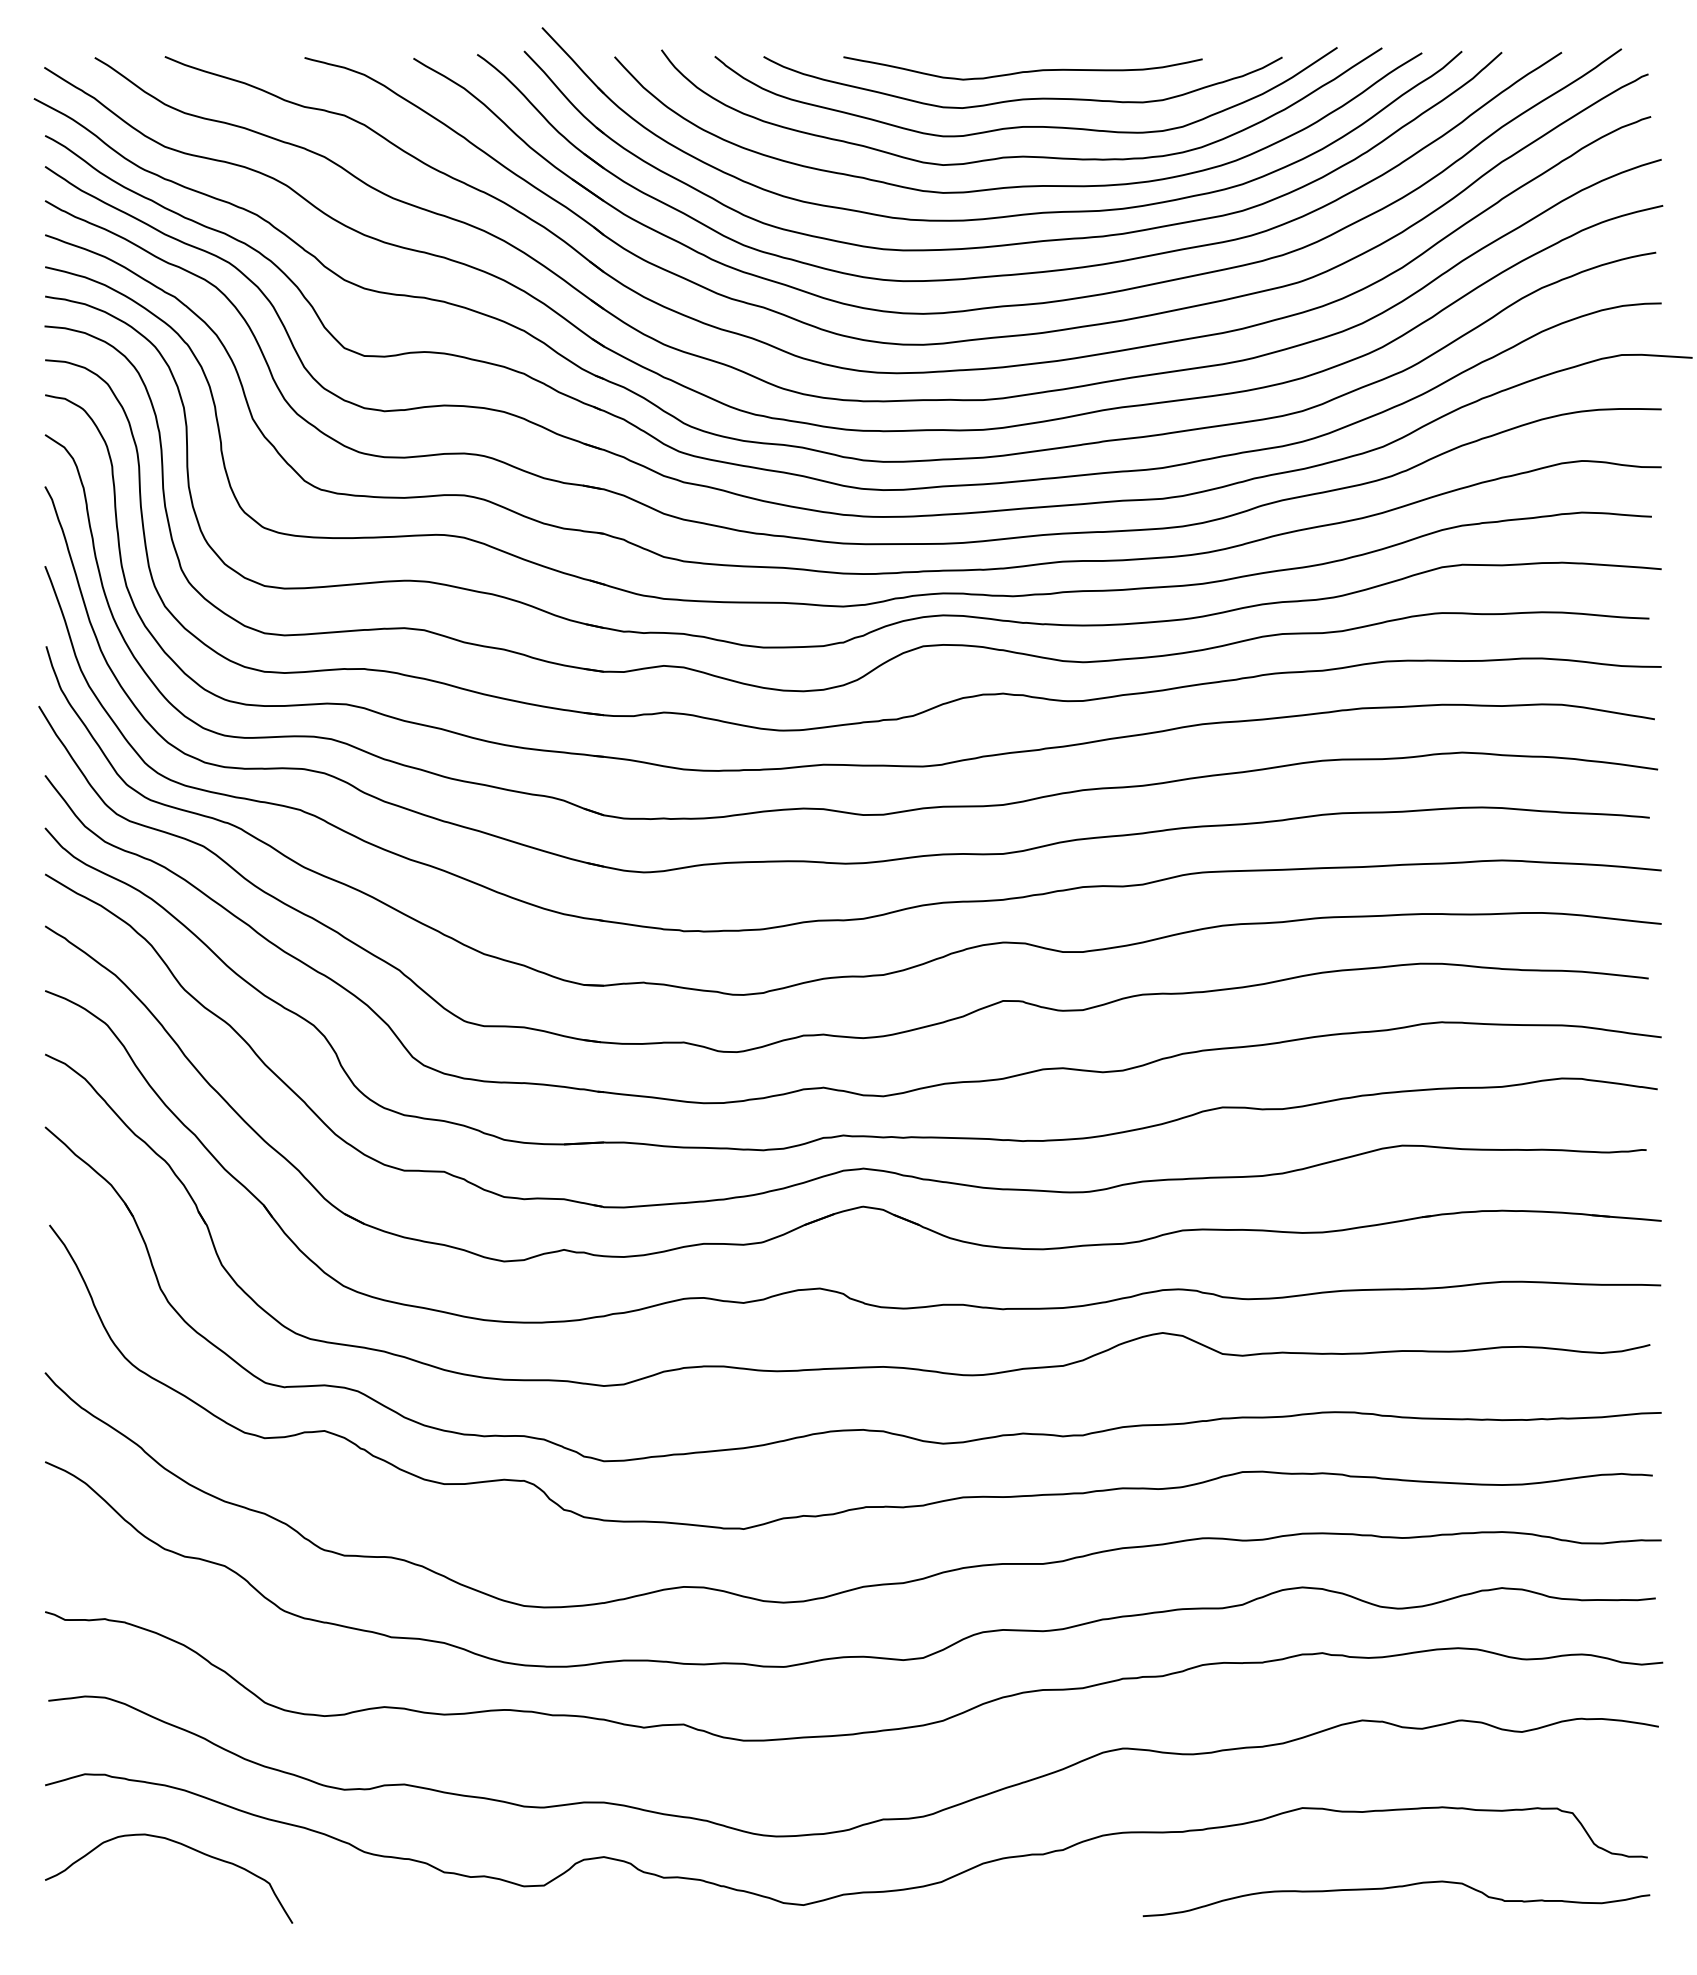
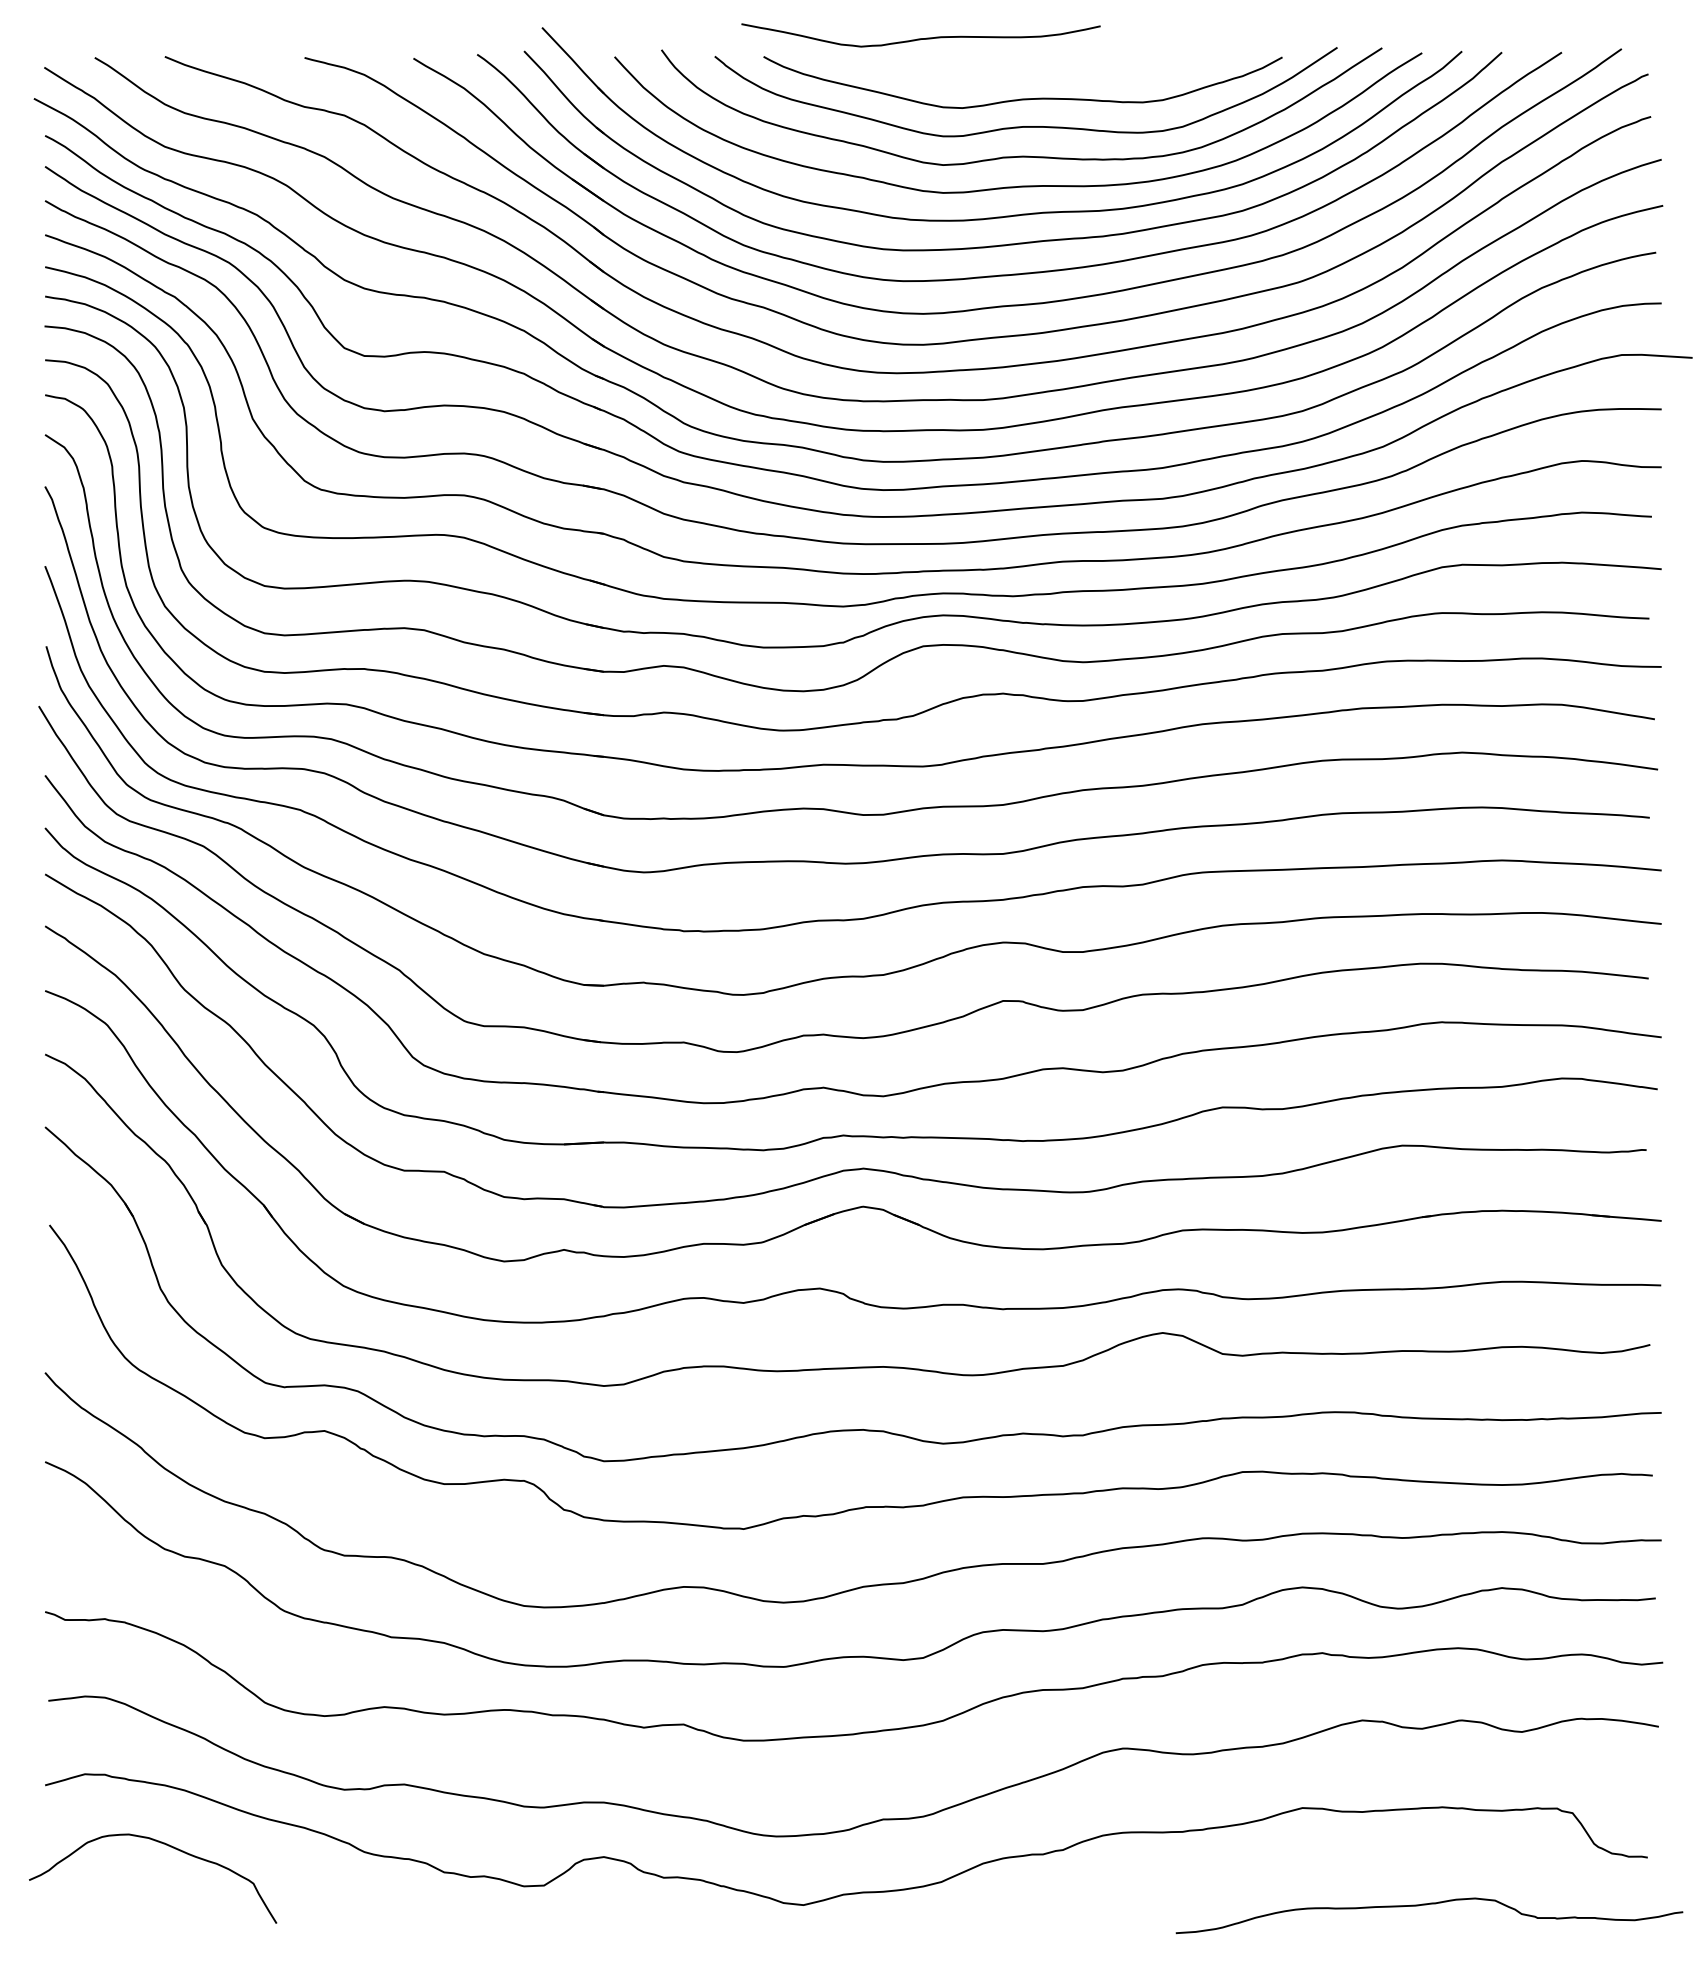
curve at (1022, 71) position: (1022, 71) -> (920, 38)
curve at (184, 1846) position: (184, 1846) -> (168, 1846)
curve at (1393, 1888) position: (1393, 1888) -> (1426, 1905)
